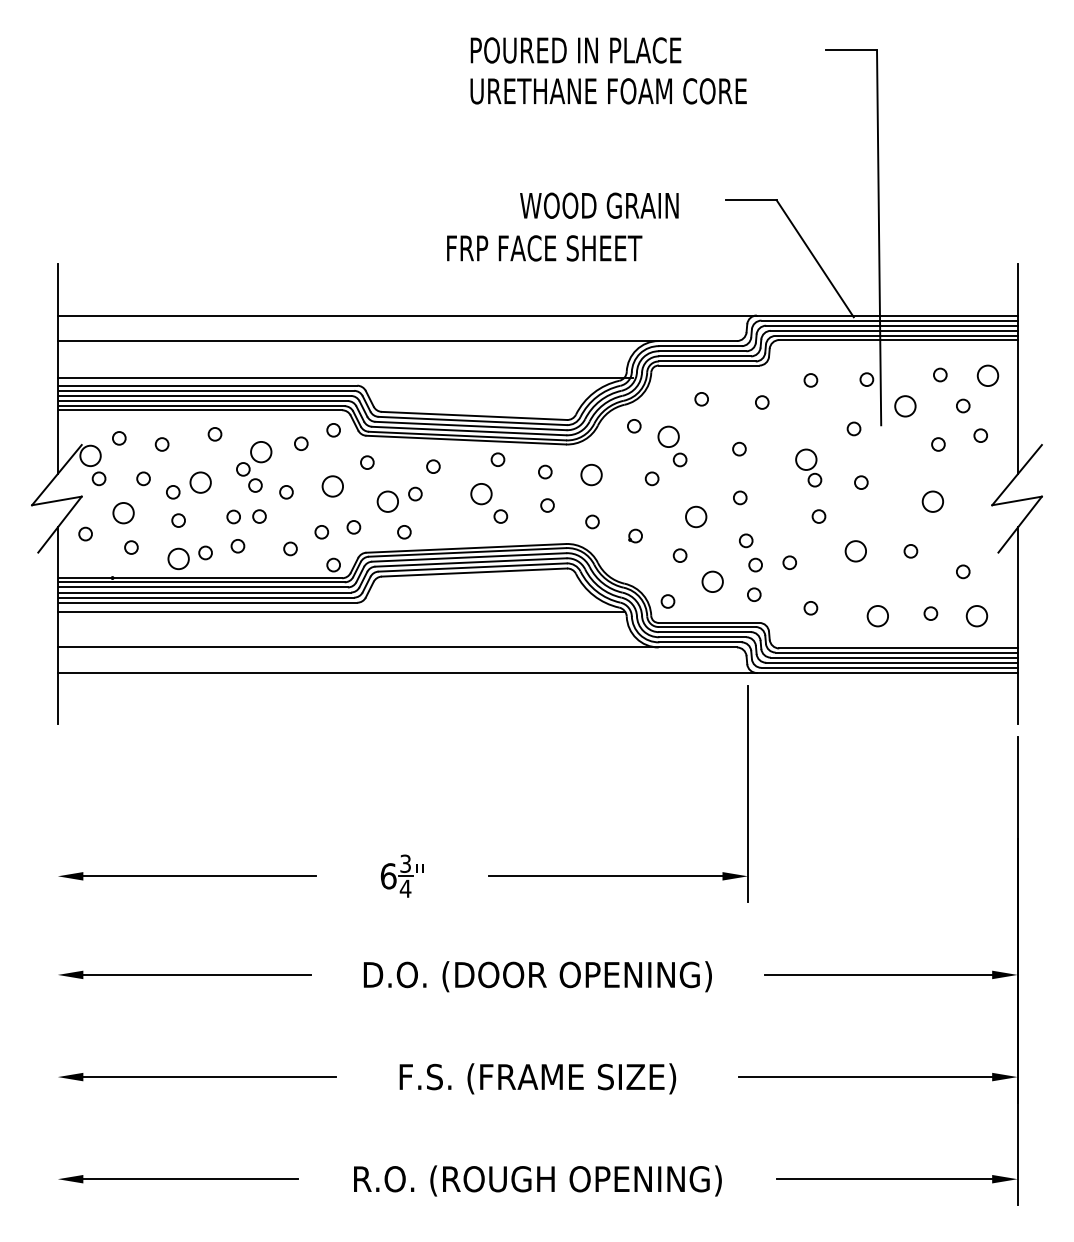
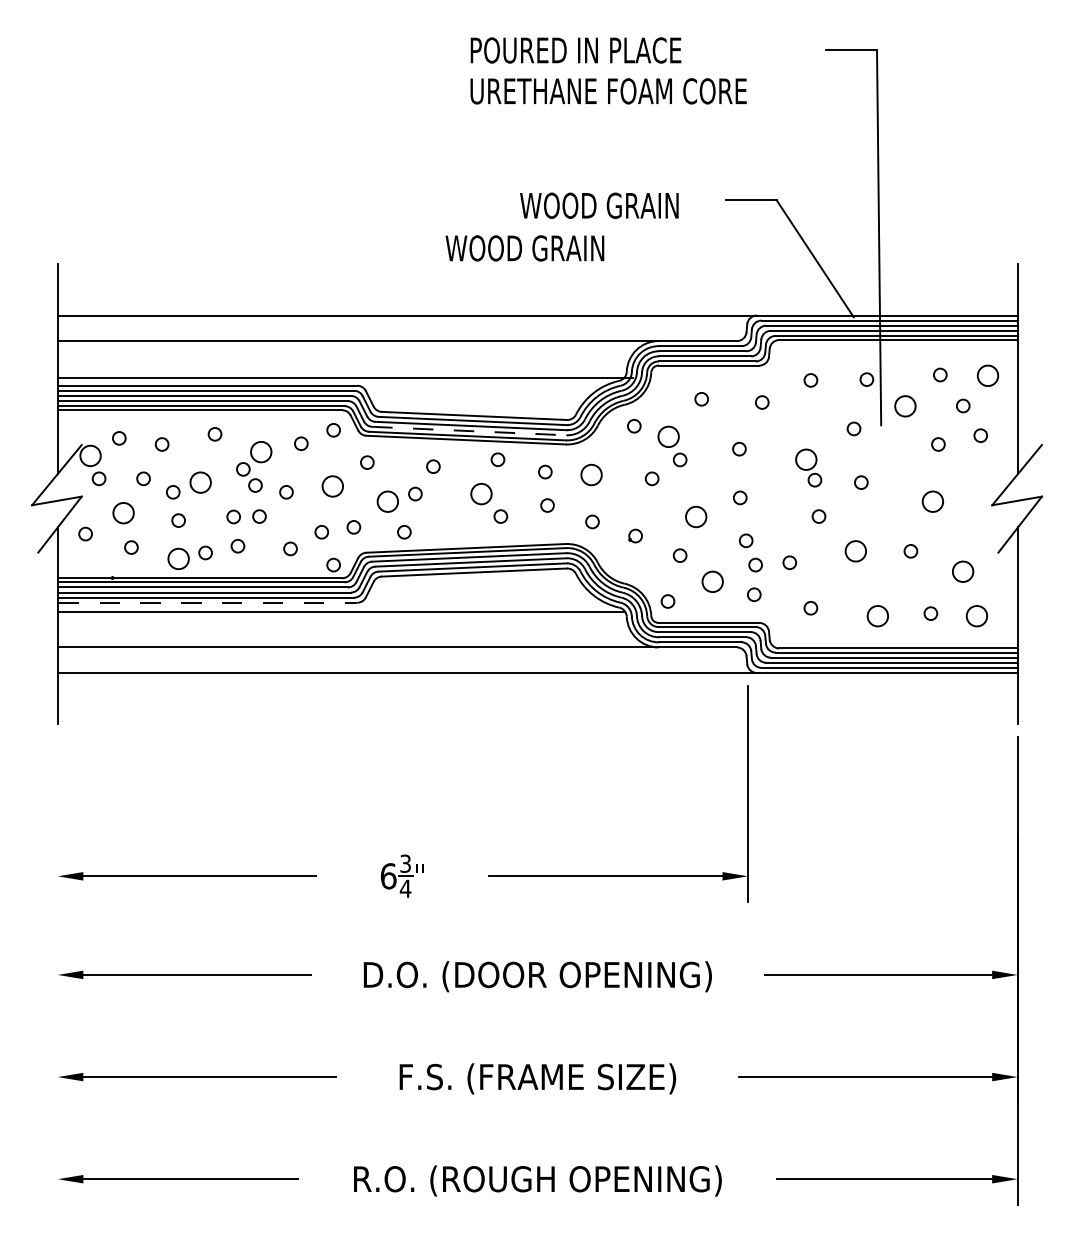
text at (543, 248): FRP FACE SHEET -> WOOD GRAIN
line at (469, 431): solid -> dashed
circle at (963, 571) size: 15x16 px -> 23x23 px
line at (208, 602): solid -> dashed
